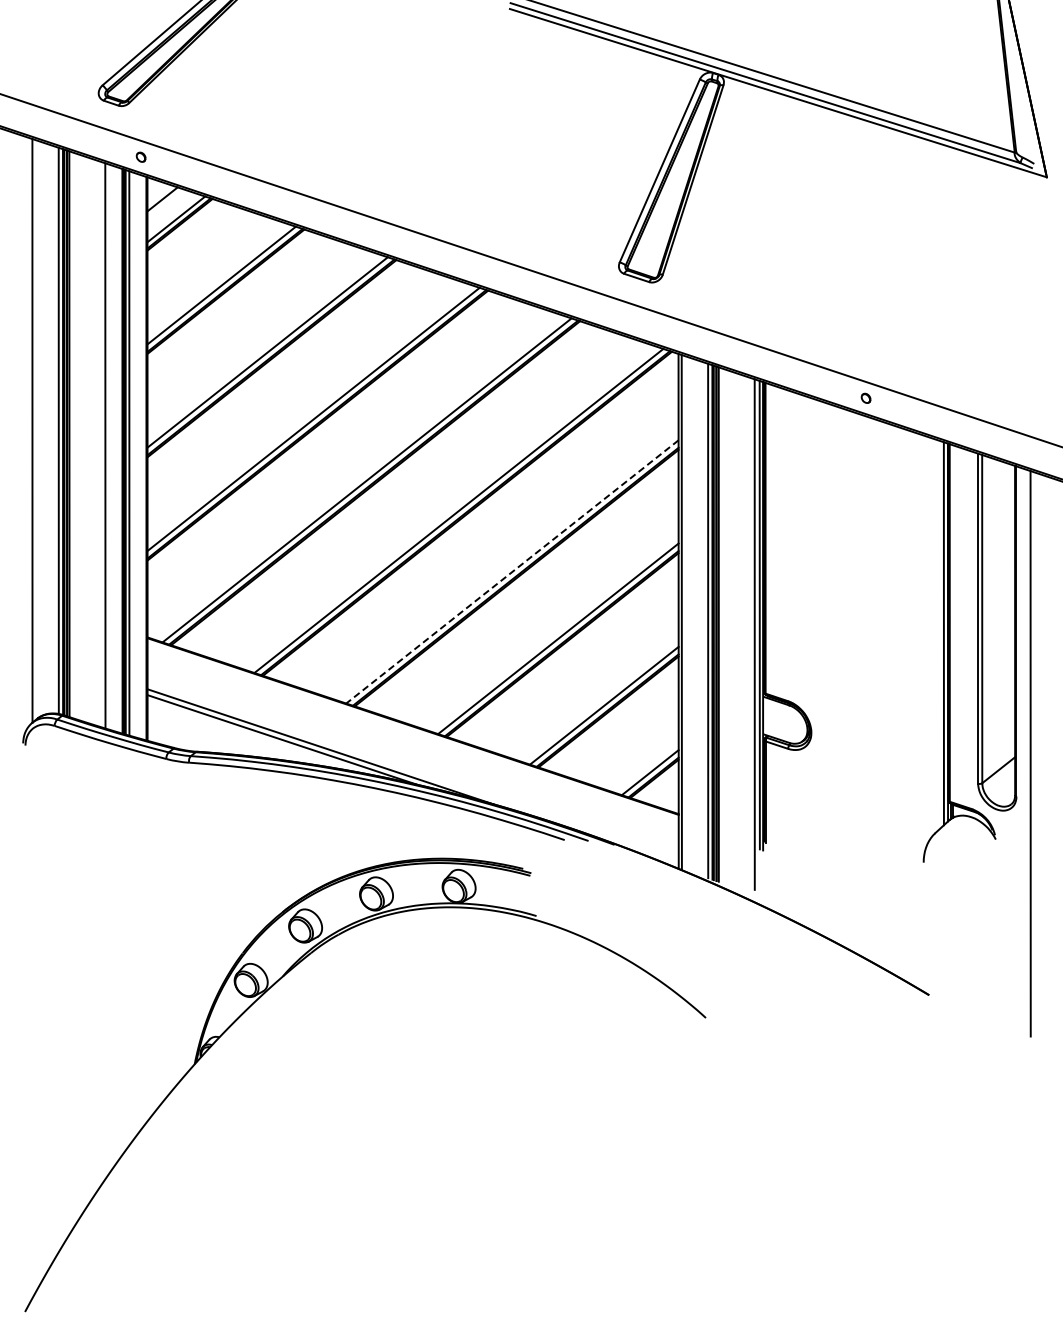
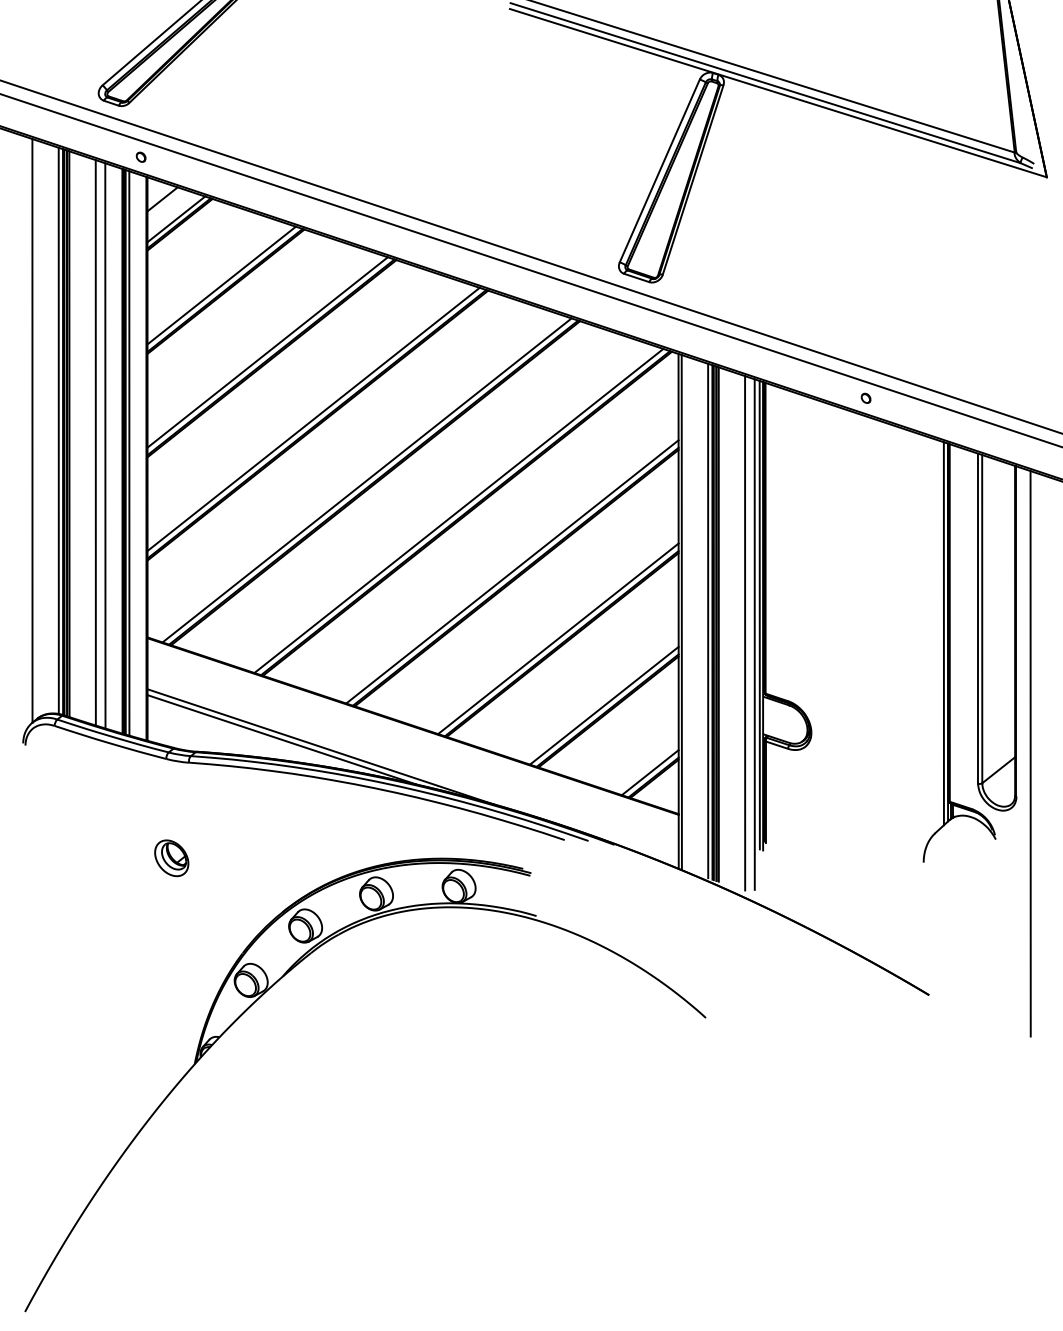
line at (530, 256): none -> present
line at (95, 442): none -> present
line at (512, 571): dashed -> solid
line at (745, 633): none -> present
part at (171, 858): none -> present
